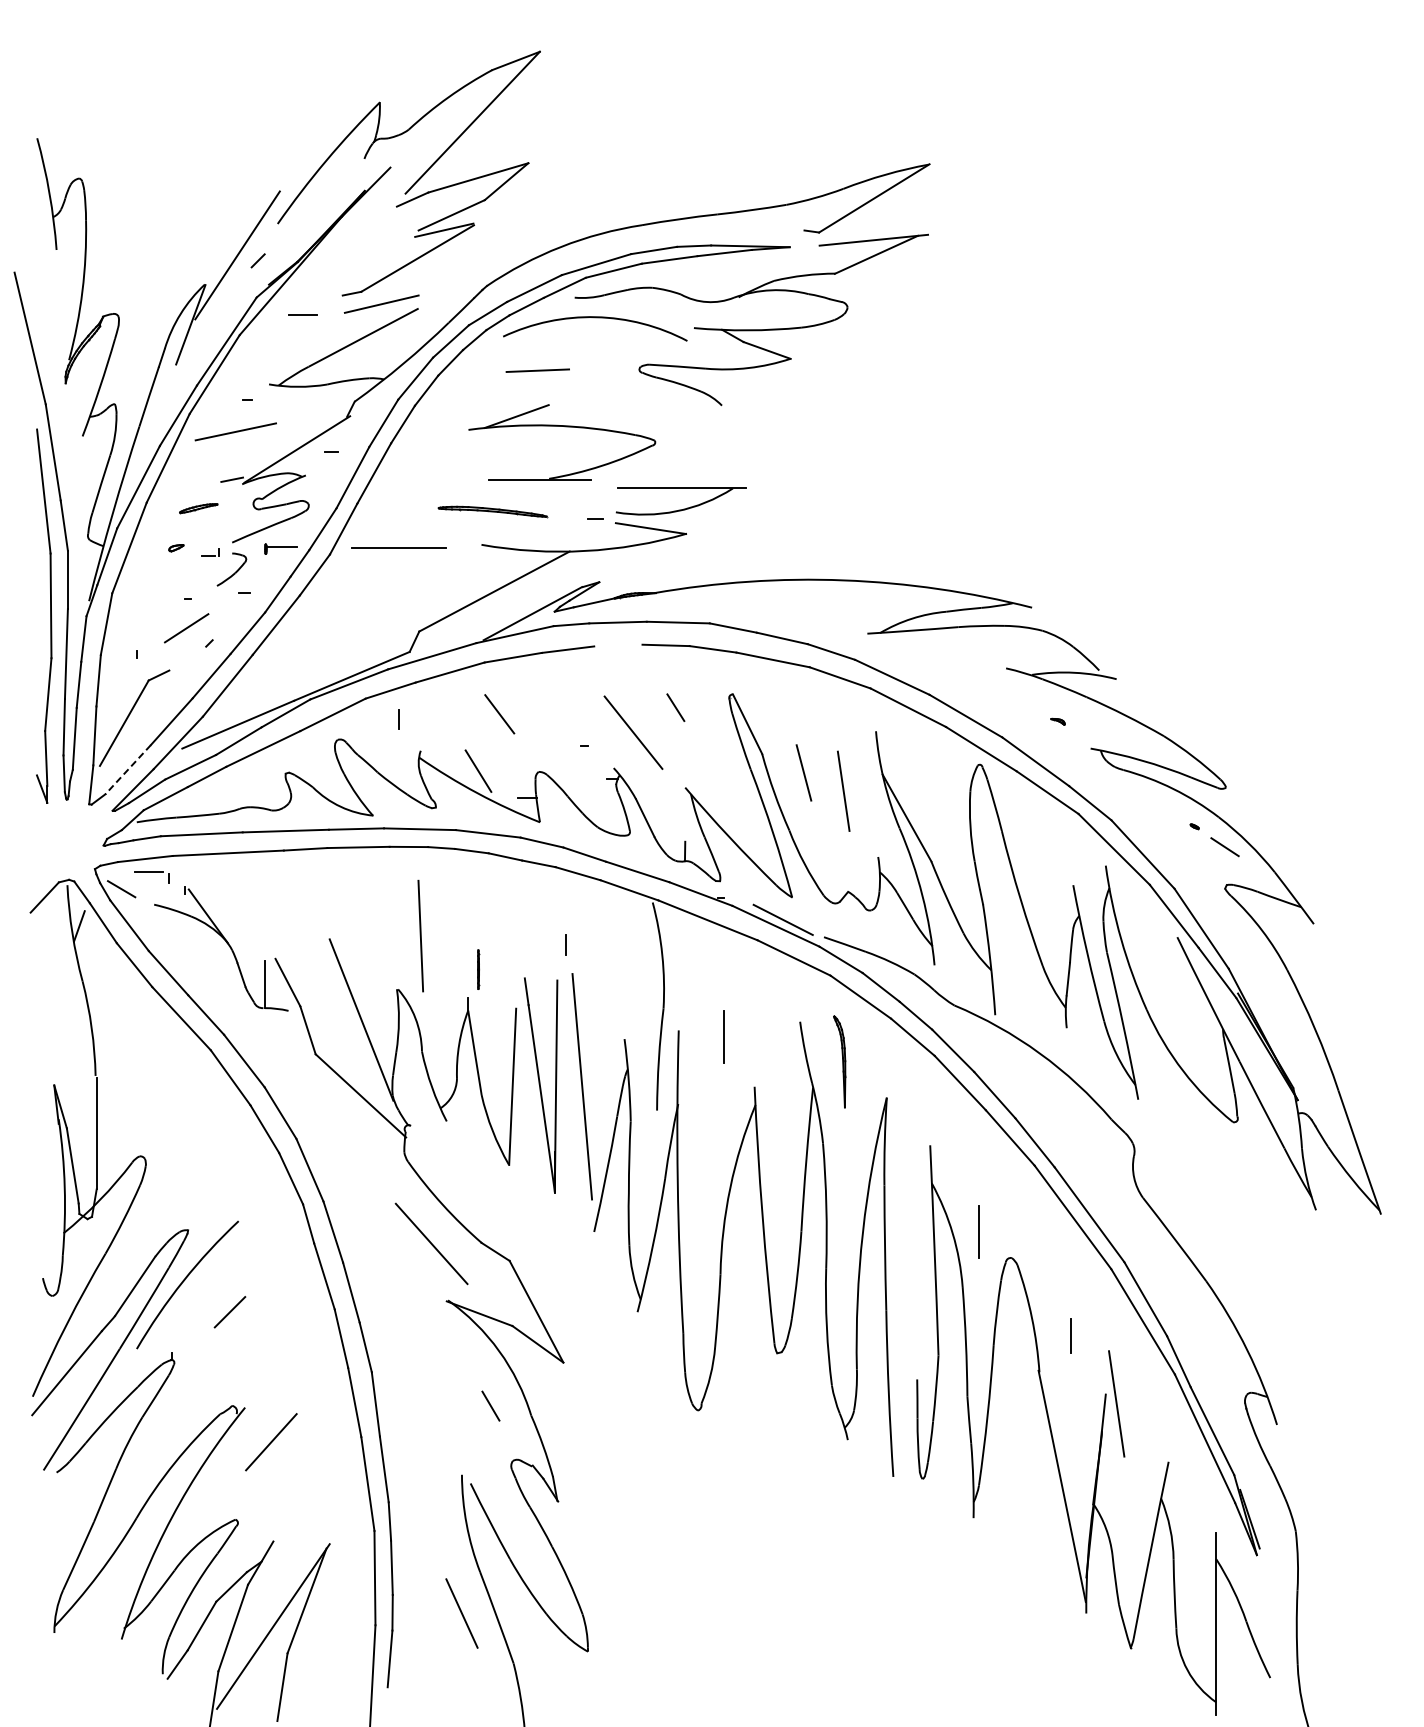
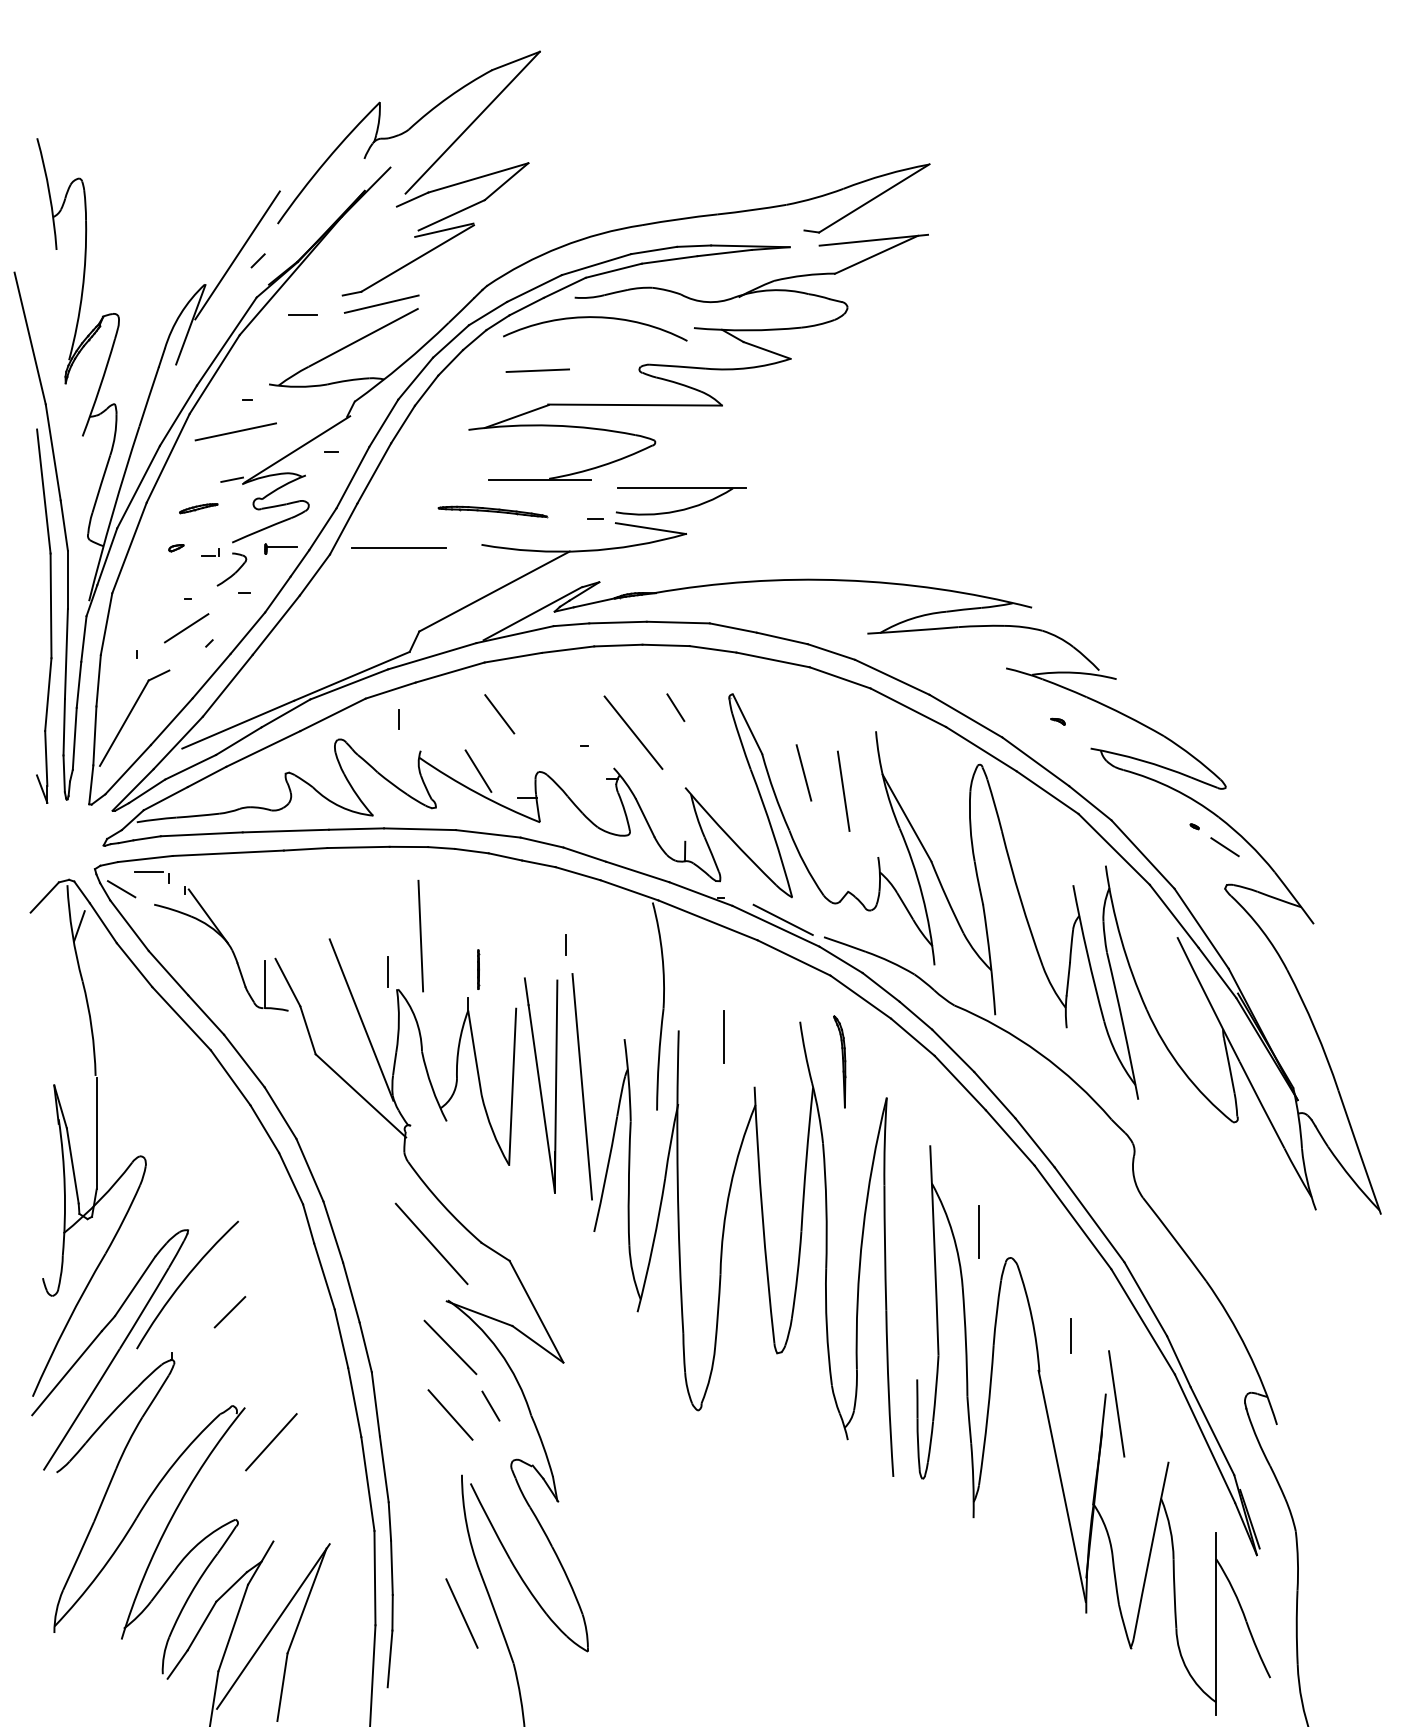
line at (635, 404): none -> present
line at (618, 645): none -> present
line at (128, 769): dashed -> solid
line at (388, 971): none -> present
line at (450, 1347): none -> present
line at (450, 1414): none -> present
